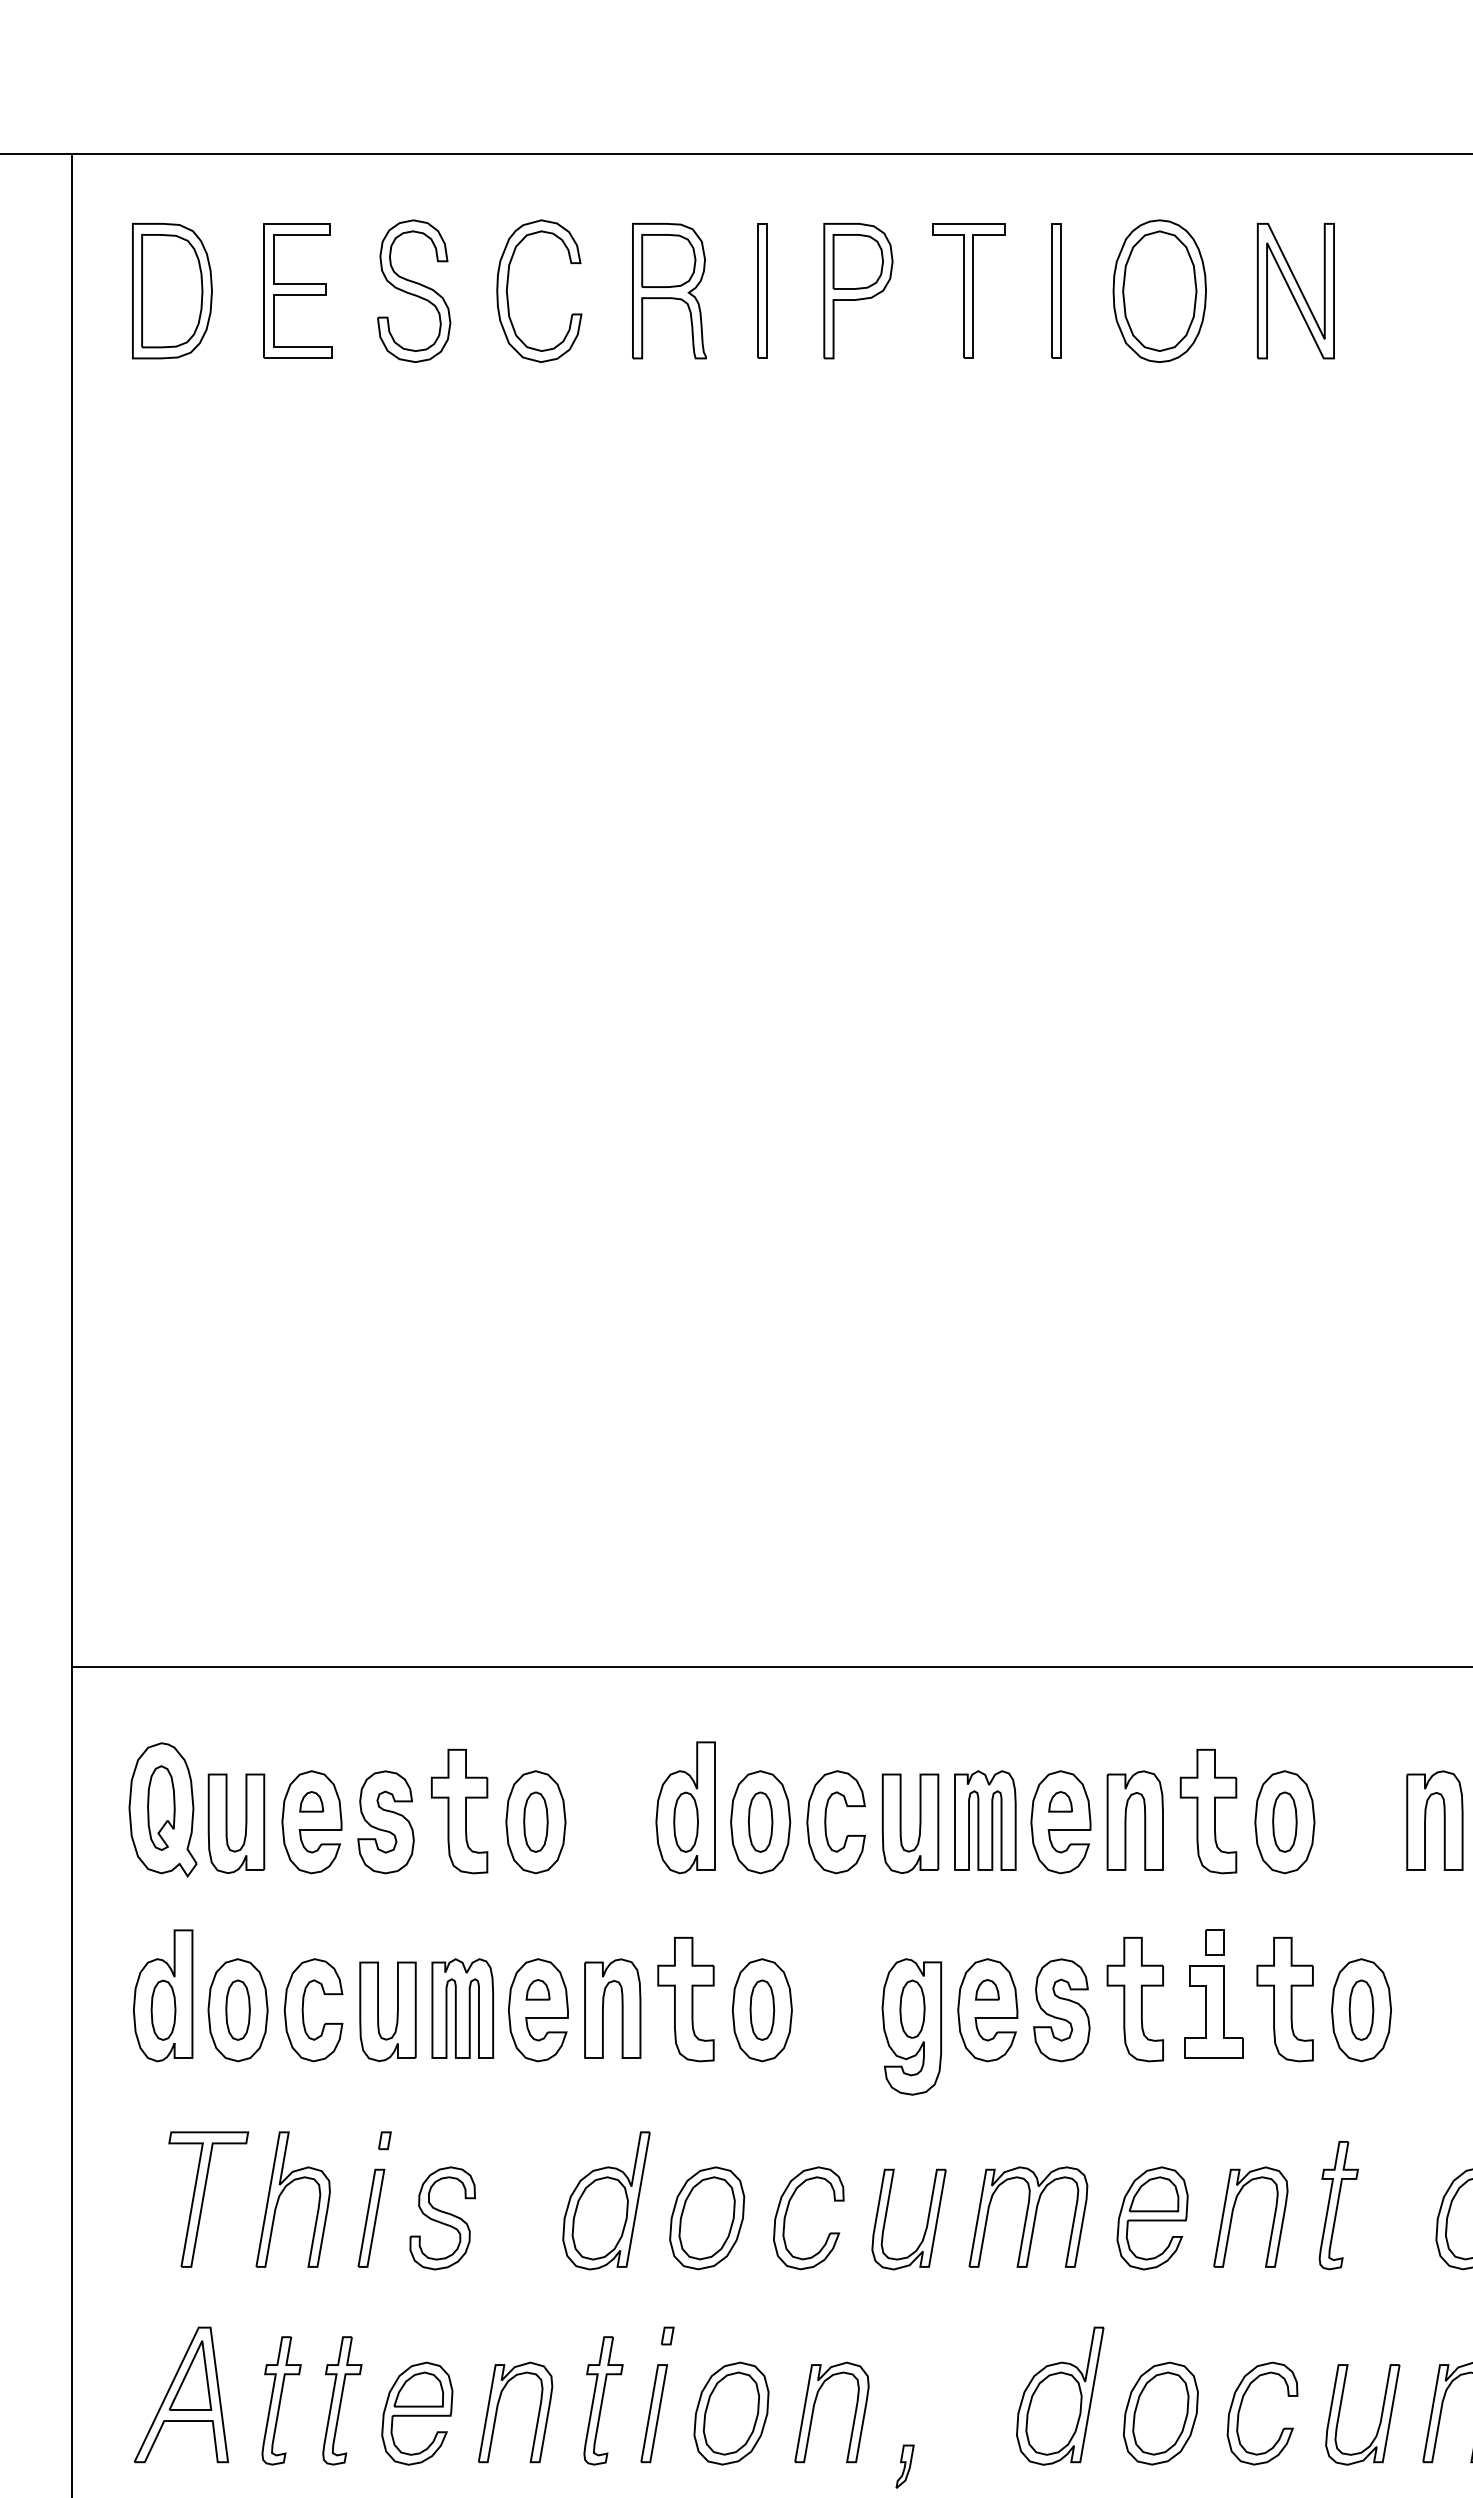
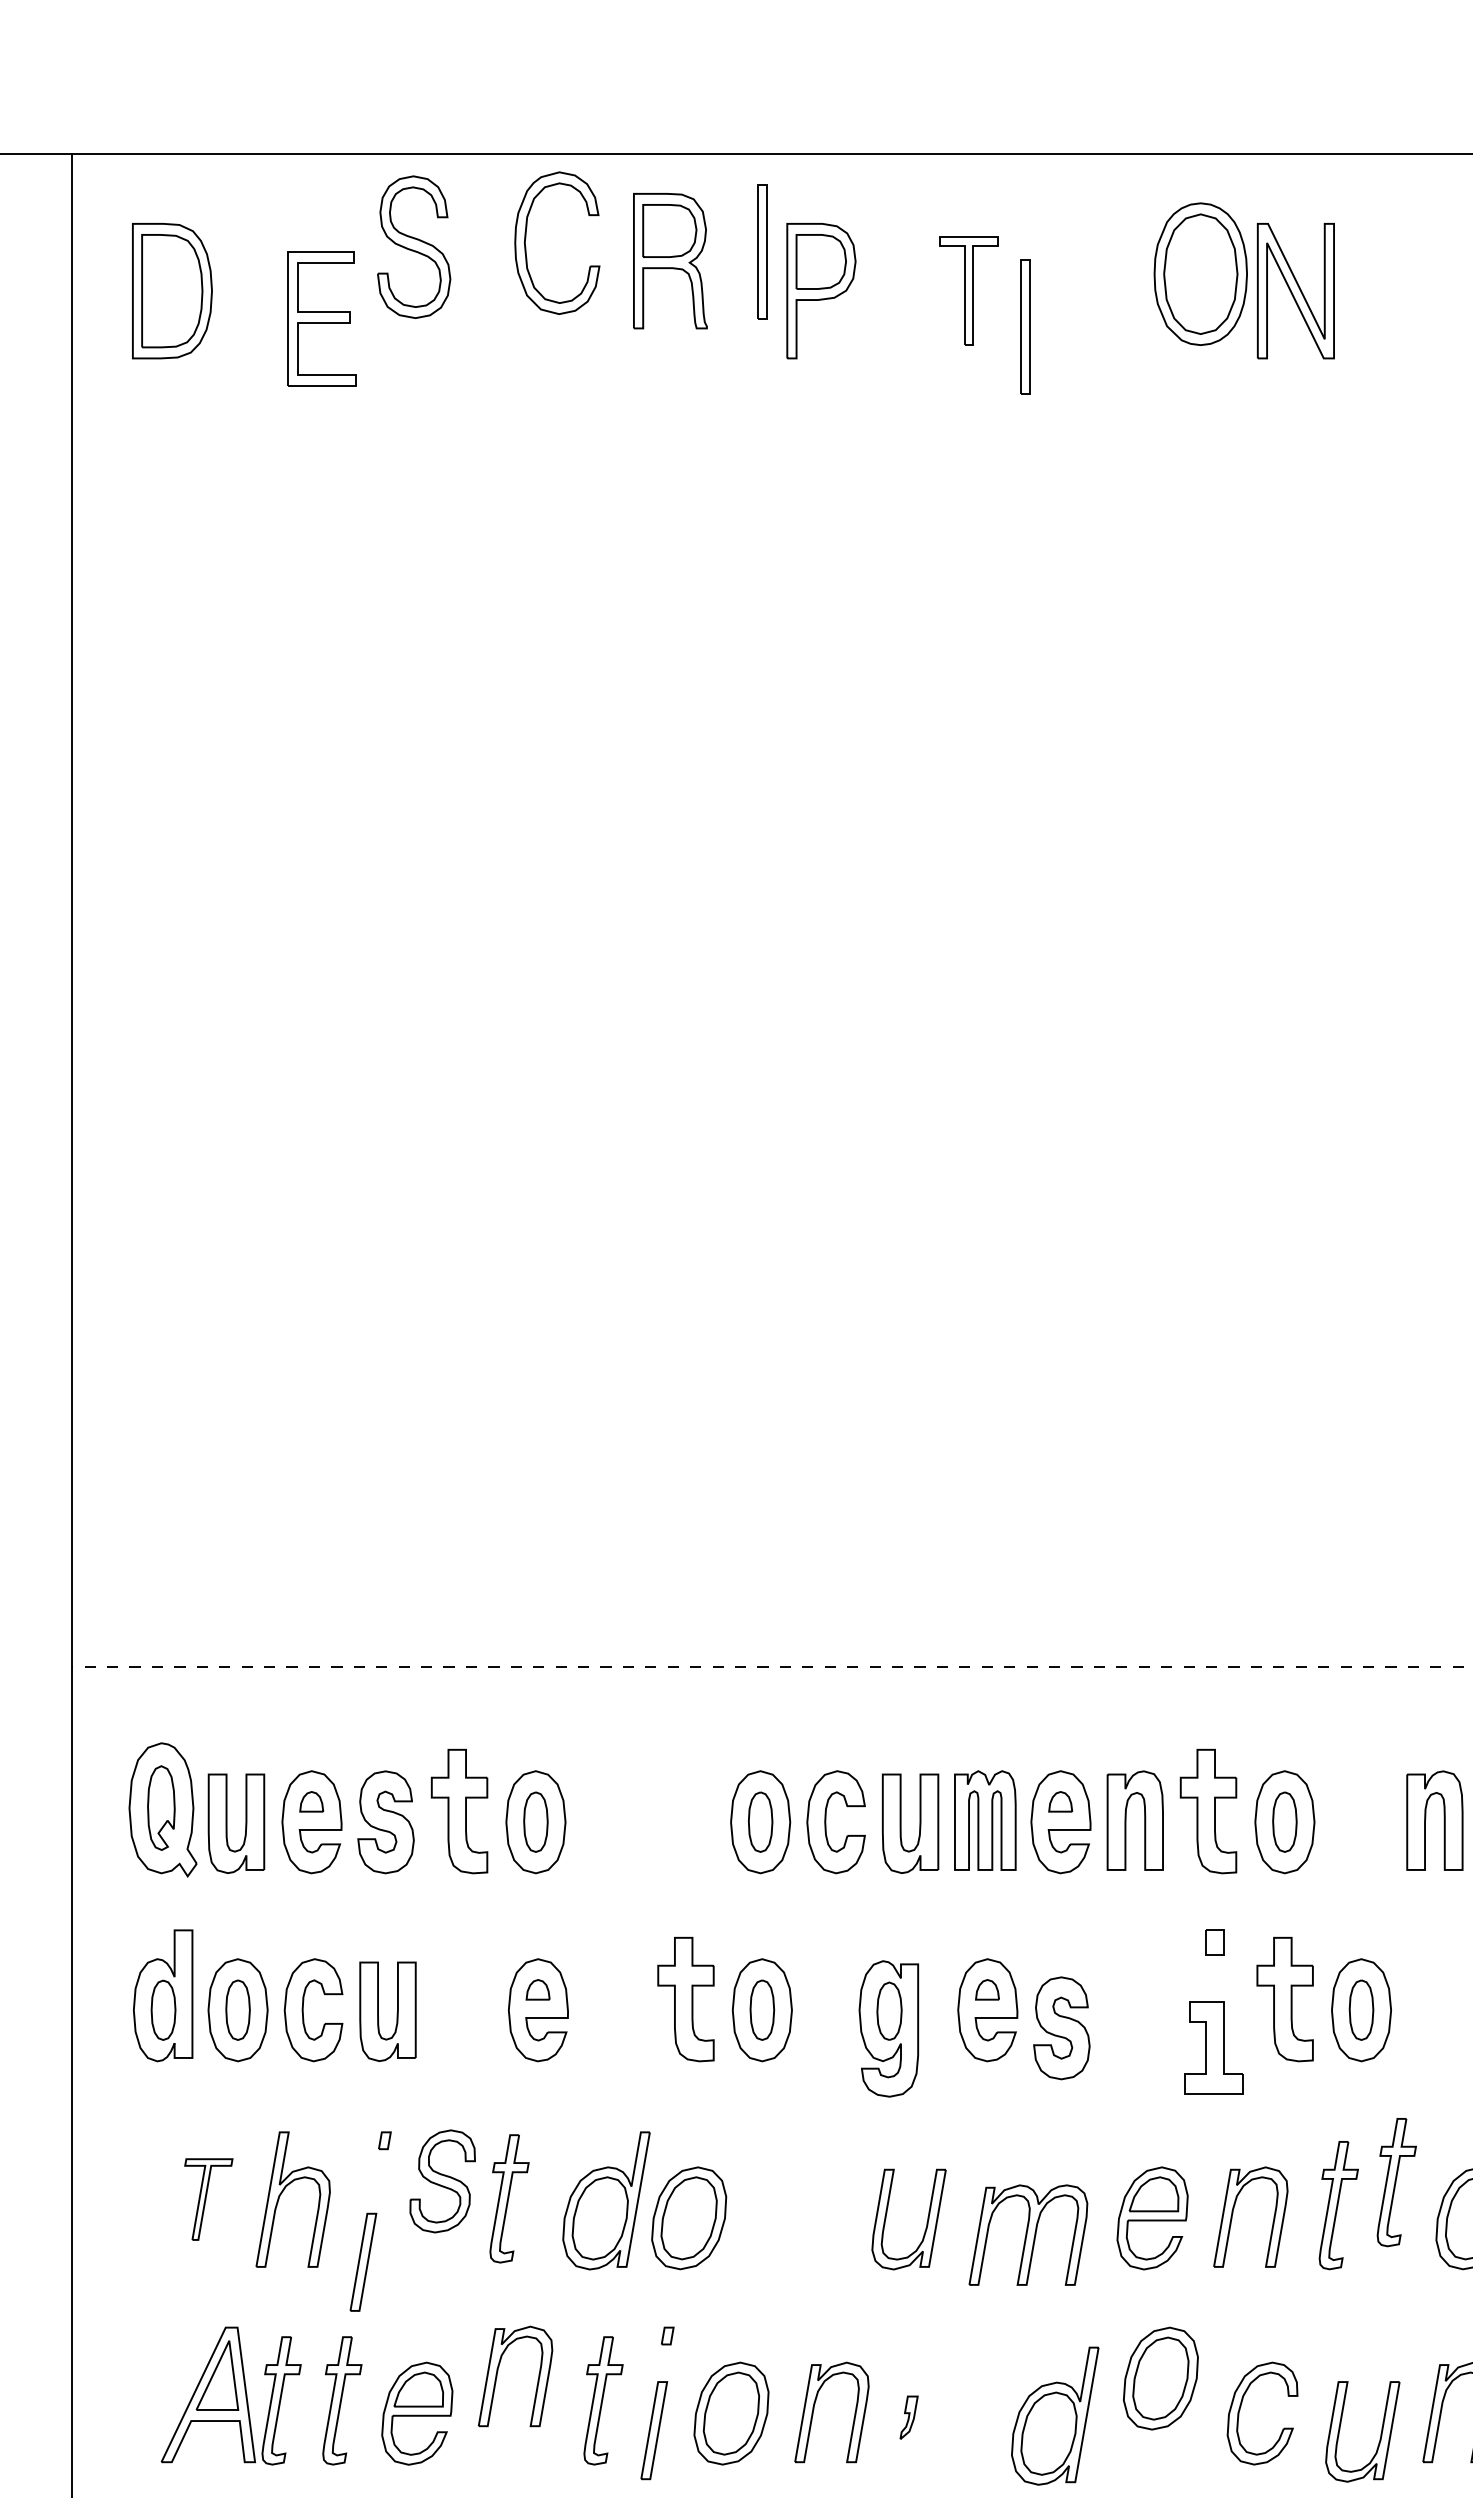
part at (508, 286) position: (508, 286) -> (526, 238)
part at (297, 290) position: (297, 290) -> (321, 318)
part at (414, 290) position: (414, 290) -> (414, 246)
part at (762, 290) position: (762, 290) -> (762, 251)
part at (968, 290) size: 74x136 px -> 60x110 px
part at (1056, 290) position: (1056, 290) -> (1025, 326)
part at (1159, 290) position: (1159, 290) -> (1200, 273)
part at (669, 291) position: (669, 291) -> (670, 261)
part at (858, 291) position: (858, 291) -> (821, 291)
line at (771, 1667): solid -> dashed
part at (685, 1807): present -> none
part at (1134, 1999): present -> none
part at (462, 2008): present -> none
part at (603, 2008): present -> none
part at (1061, 2010) position: (1061, 2010) -> (1061, 2028)
part at (1213, 2011) position: (1213, 2011) -> (1213, 2047)
part at (911, 2026) position: (911, 2026) -> (888, 2028)
part at (1396, 2182): none -> present
part at (509, 2198): none -> present
part at (208, 2199) size: 82x137 px -> 50x83 px
part at (787, 2212): present -> none
part at (1028, 2216) position: (1028, 2216) -> (1028, 2234)
part at (371, 2217) position: (371, 2217) -> (363, 2261)
part at (442, 2218) position: (442, 2218) -> (442, 2181)
part at (707, 2218) position: (707, 2218) -> (689, 2218)
part at (180, 2394) position: (180, 2394) -> (207, 2394)
part at (1060, 2395) position: (1060, 2395) -> (1055, 2415)
part at (498, 2407) position: (498, 2407) -> (498, 2371)
part at (654, 2413) position: (654, 2413) -> (654, 2430)
part at (1160, 2413) position: (1160, 2413) -> (1160, 2378)
part at (1380, 2416) position: (1380, 2416) -> (1380, 2433)
part at (904, 2466) position: (904, 2466) -> (908, 2417)
